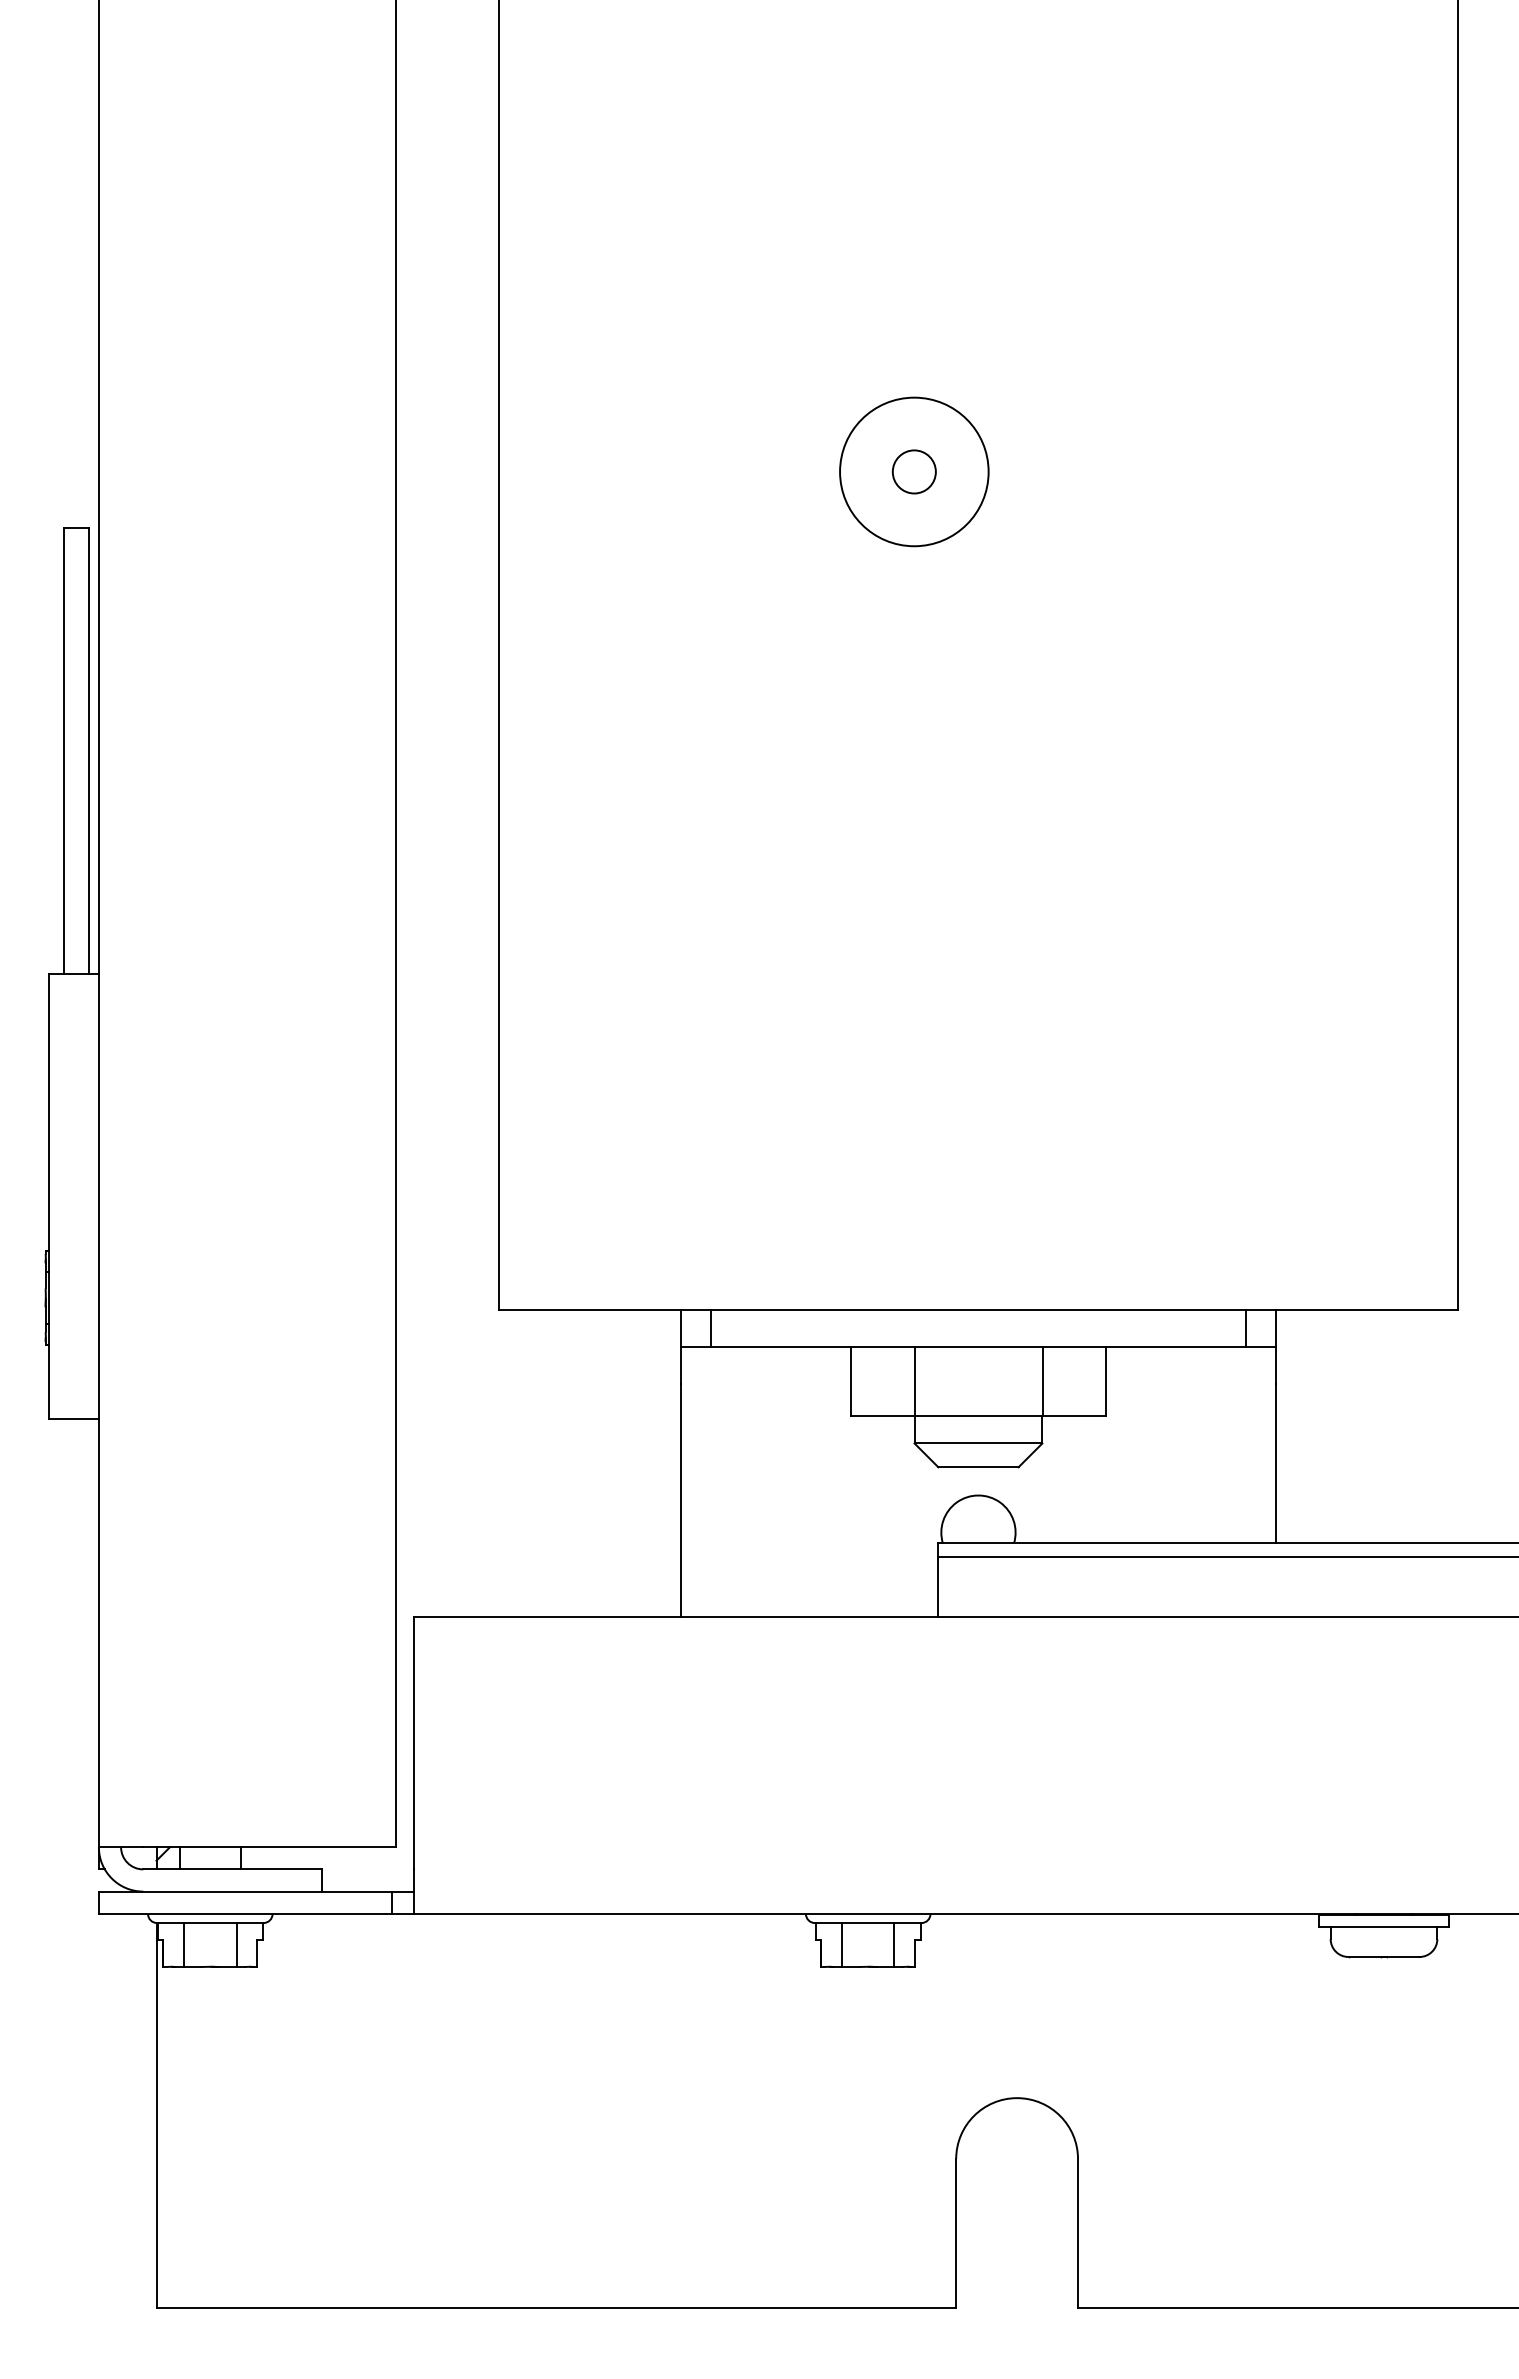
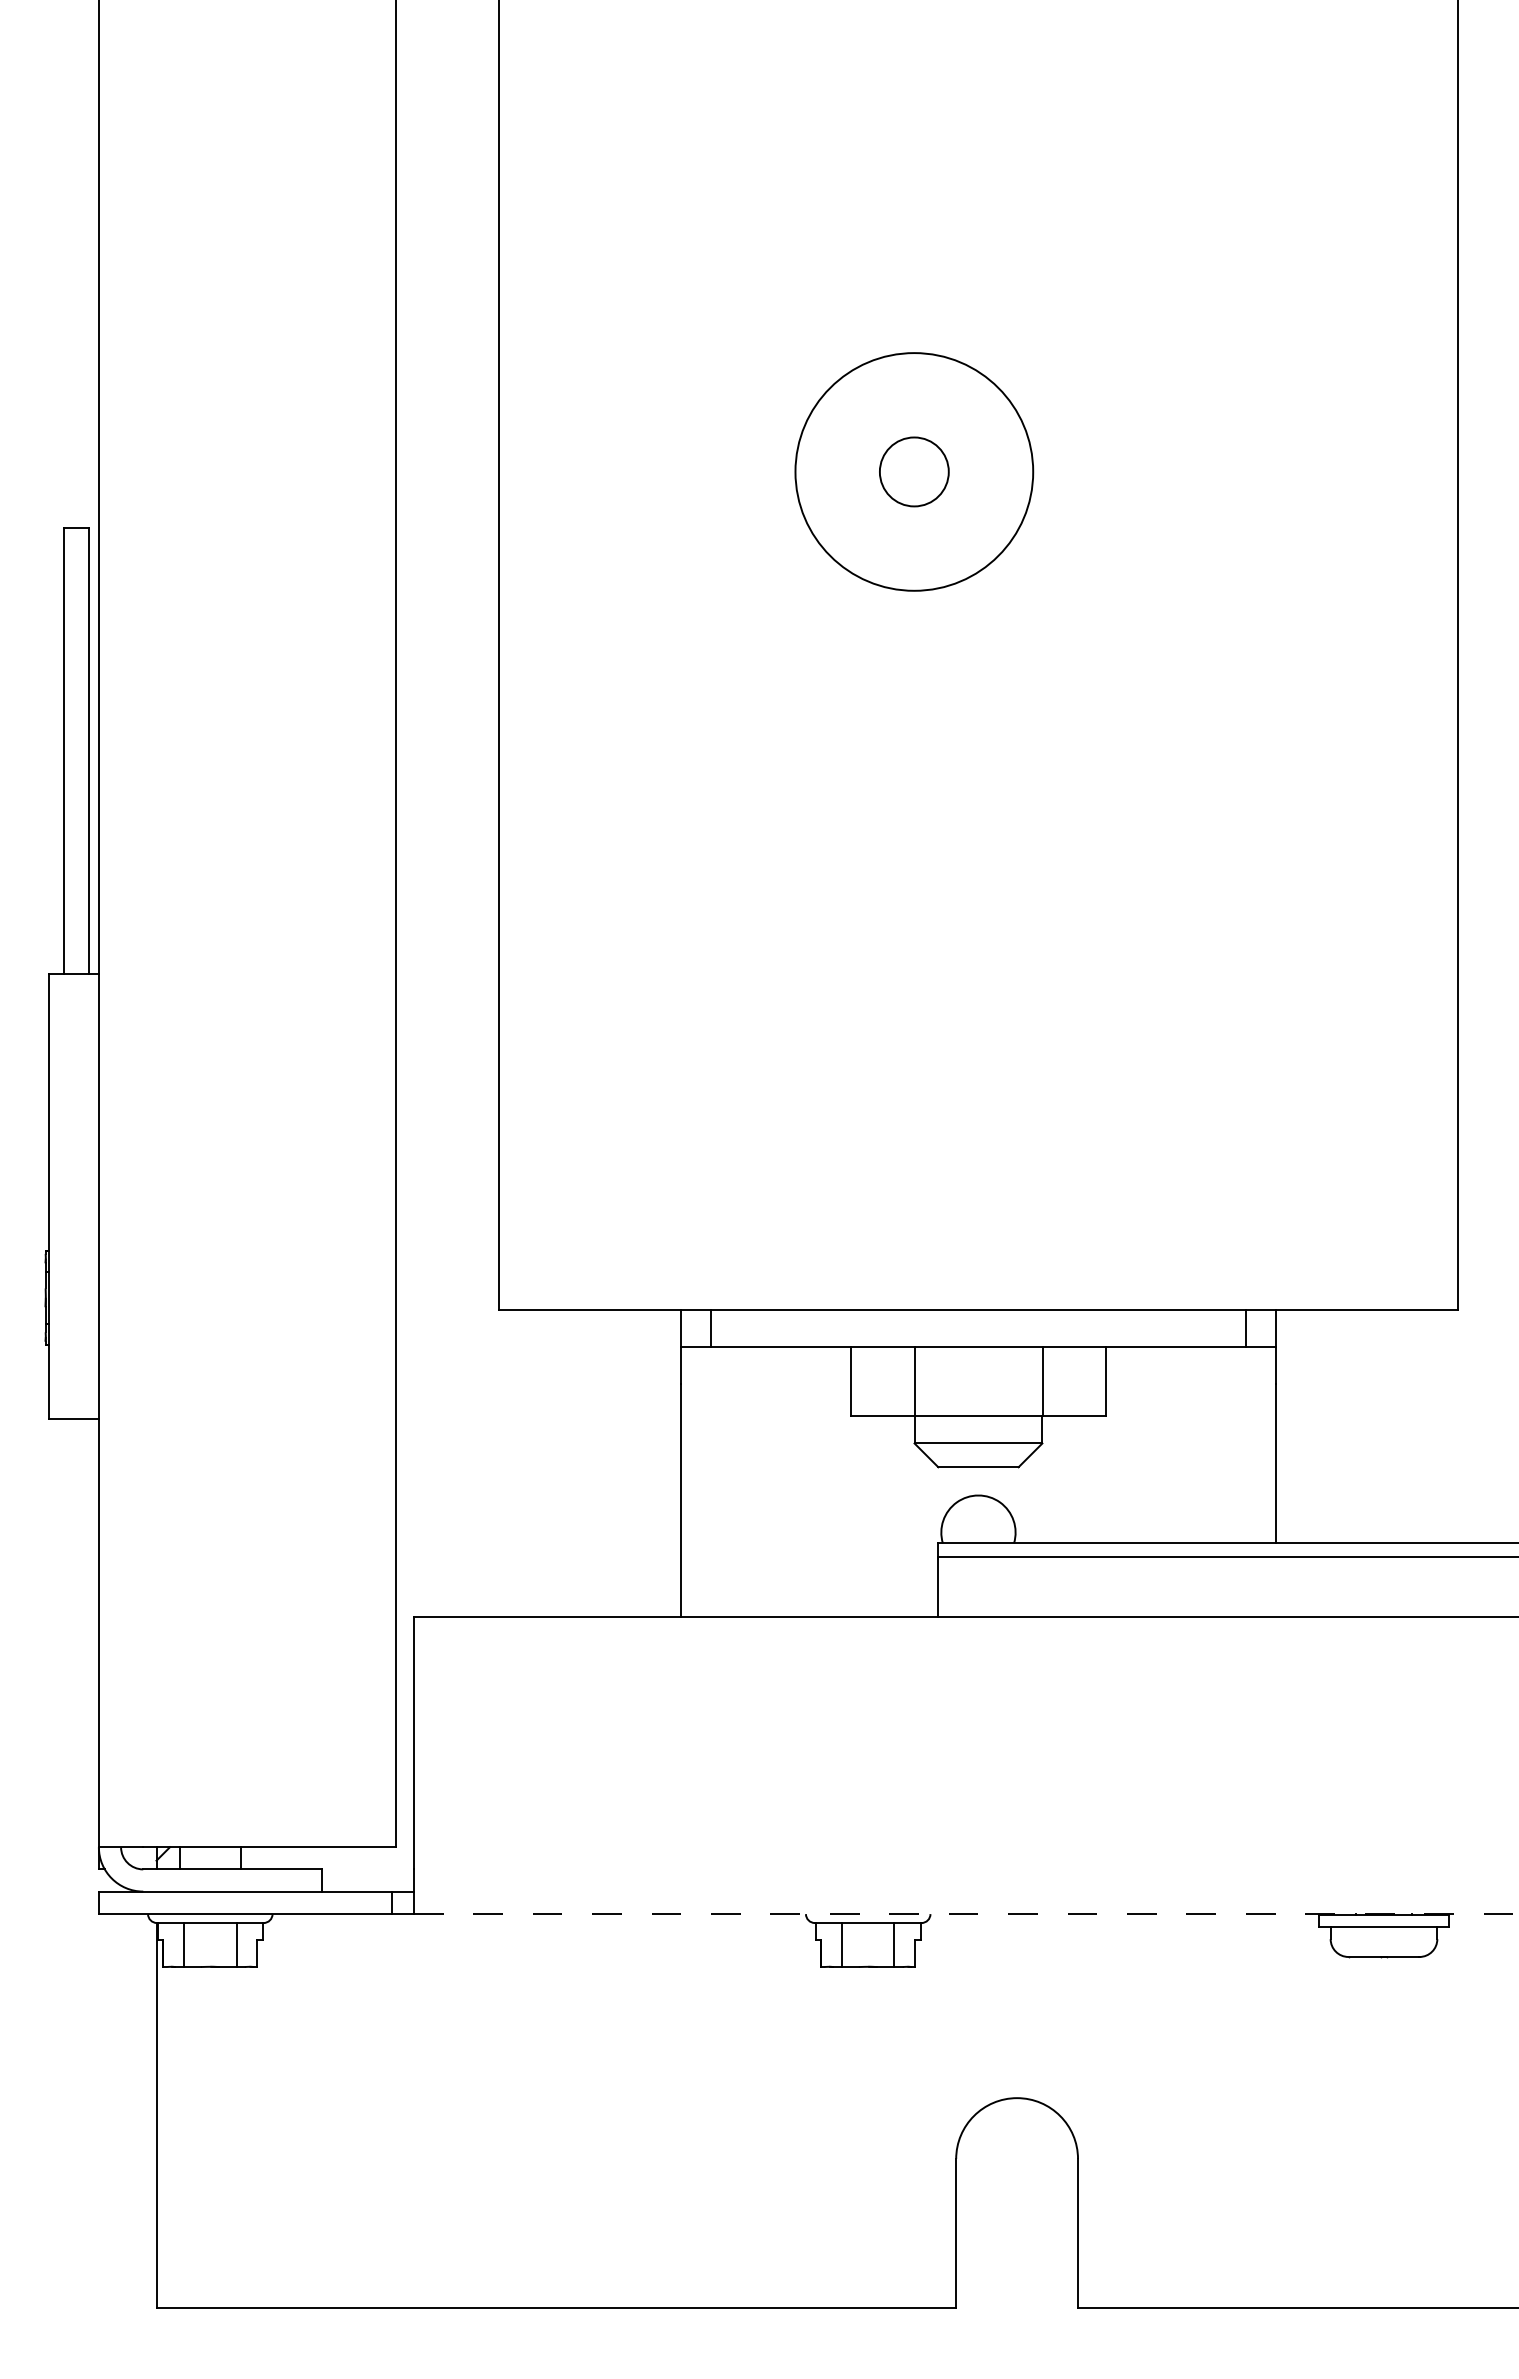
circle at (913, 471) diameter: 43 px -> 69 px
circle at (914, 471) diameter: 149 px -> 238 px
line at (966, 1913): solid -> dashed
